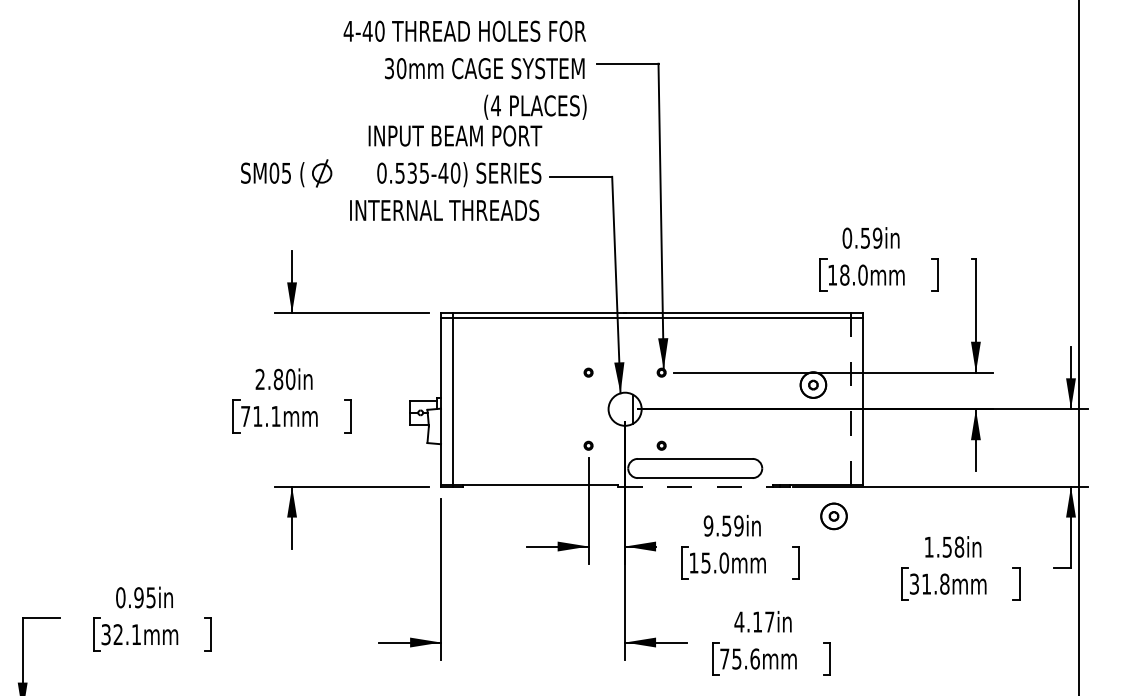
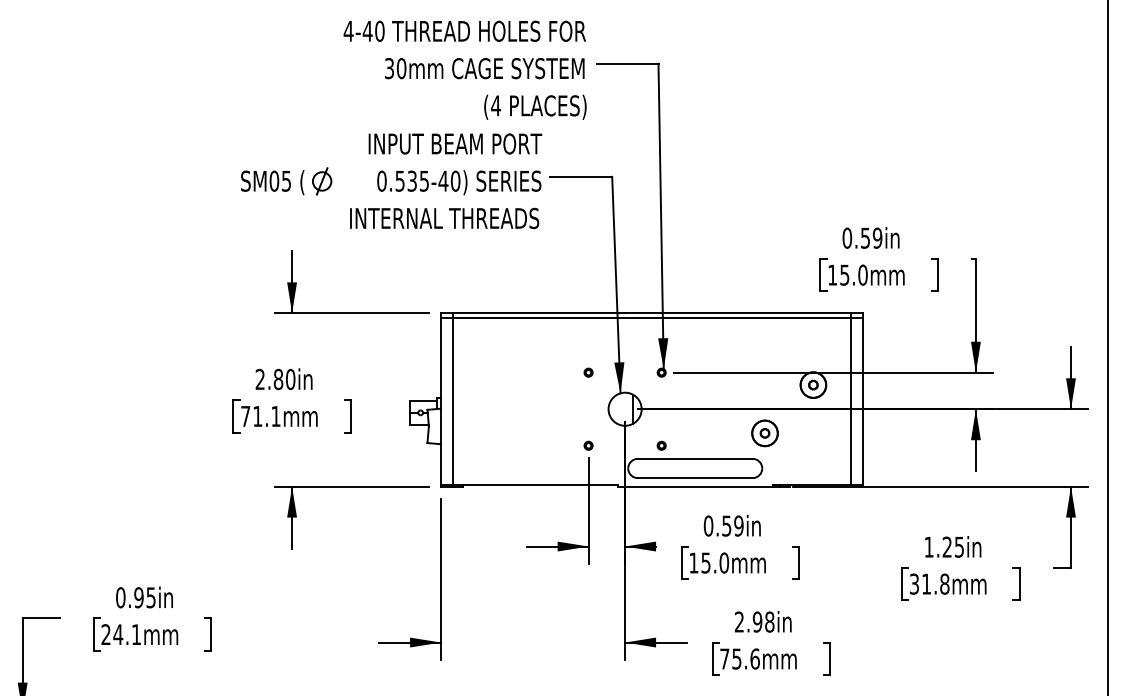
part at (391, 173) position: (391, 173) -> (391, 181)
text at (844, 274): 18.0mm -> 15.0mm
line at (1079, 347) position: (1079, 347) -> (1108, 347)
line at (851, 401): dashed -> solid
line at (695, 486): dashed -> solid
part at (833, 516) position: (833, 516) -> (764, 433)
text at (708, 525): 9.59in -> 0.59in
text at (953, 546): 1.58in -> 1.25in
text at (754, 621): 4.17in -> 2.98in
text at (112, 634): 32.1mm -> 24.1mm
